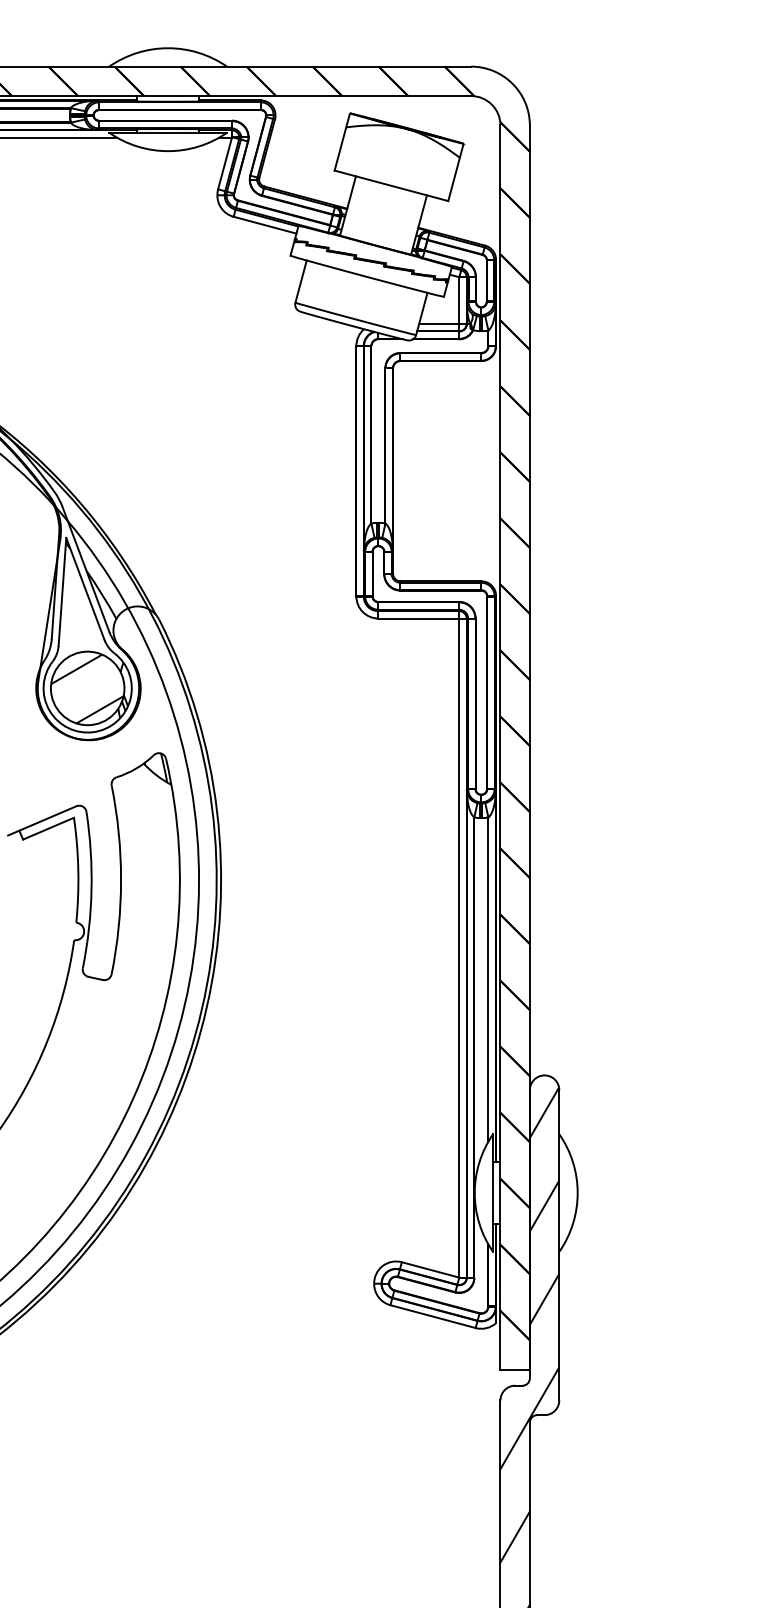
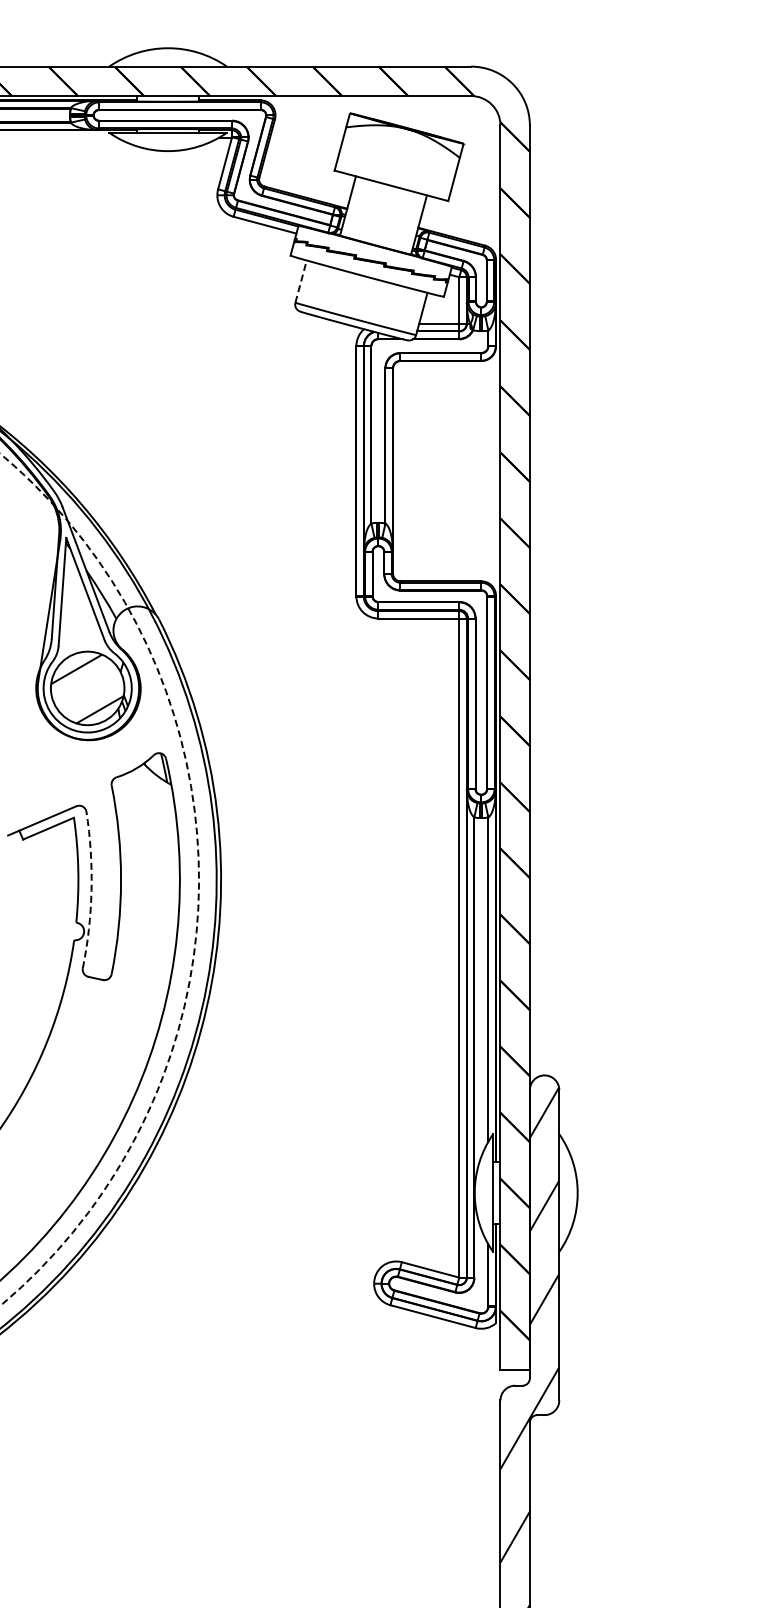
line at (59, 137): present -> none
line at (301, 281): solid -> dashed
arc at (198, 879): solid -> dashed
arc at (91, 890): solid -> dashed
